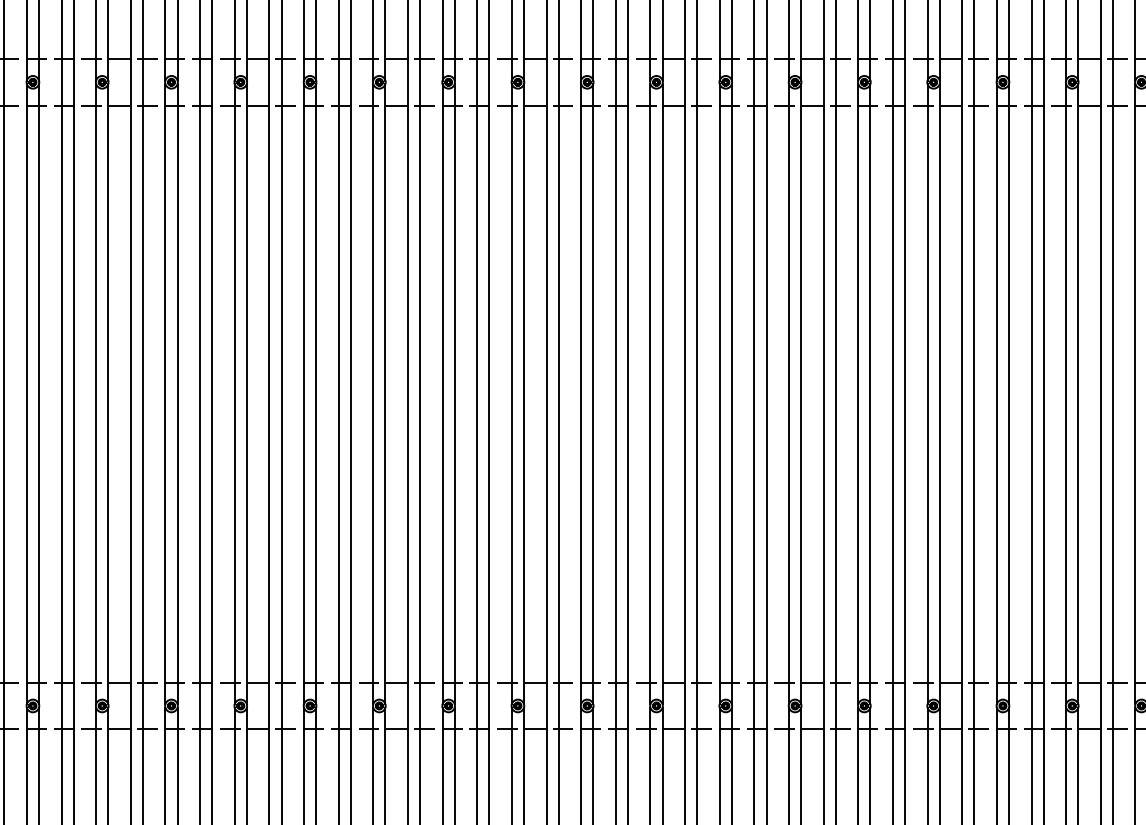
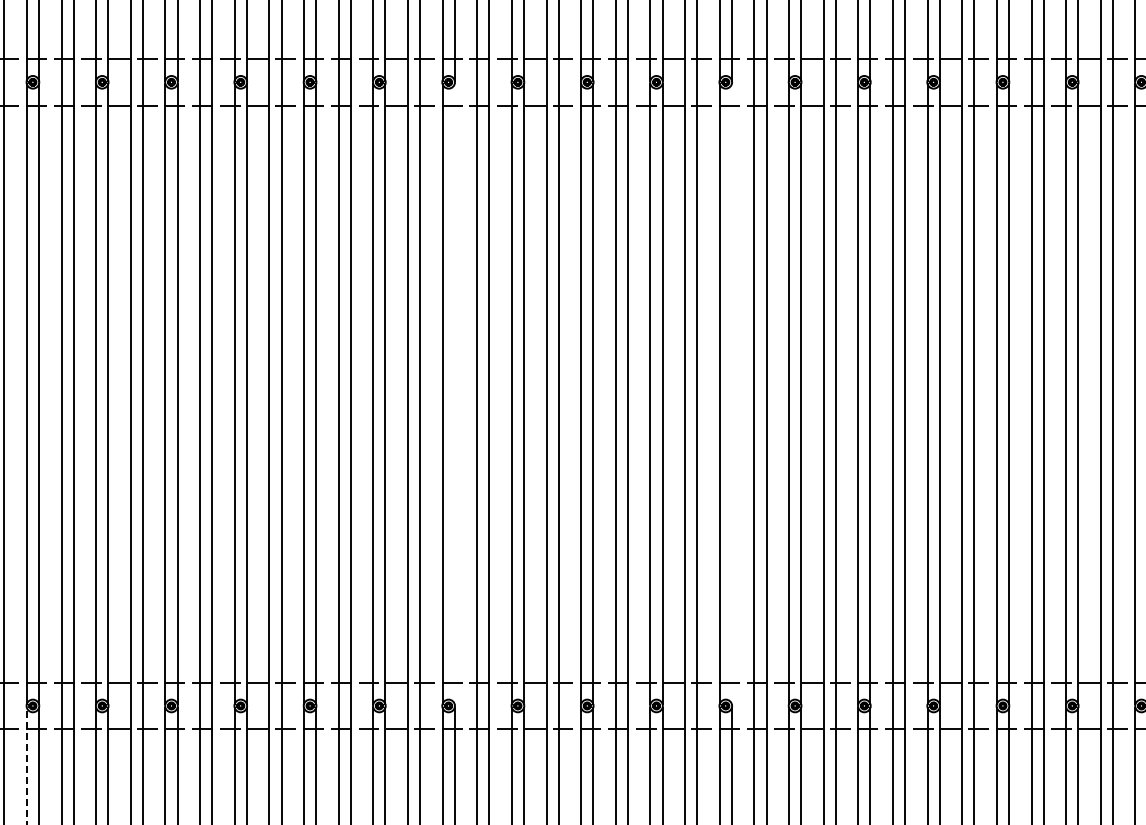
line at (454, 394): present -> none
line at (731, 394): present -> none
line at (26, 765): solid -> dashed
